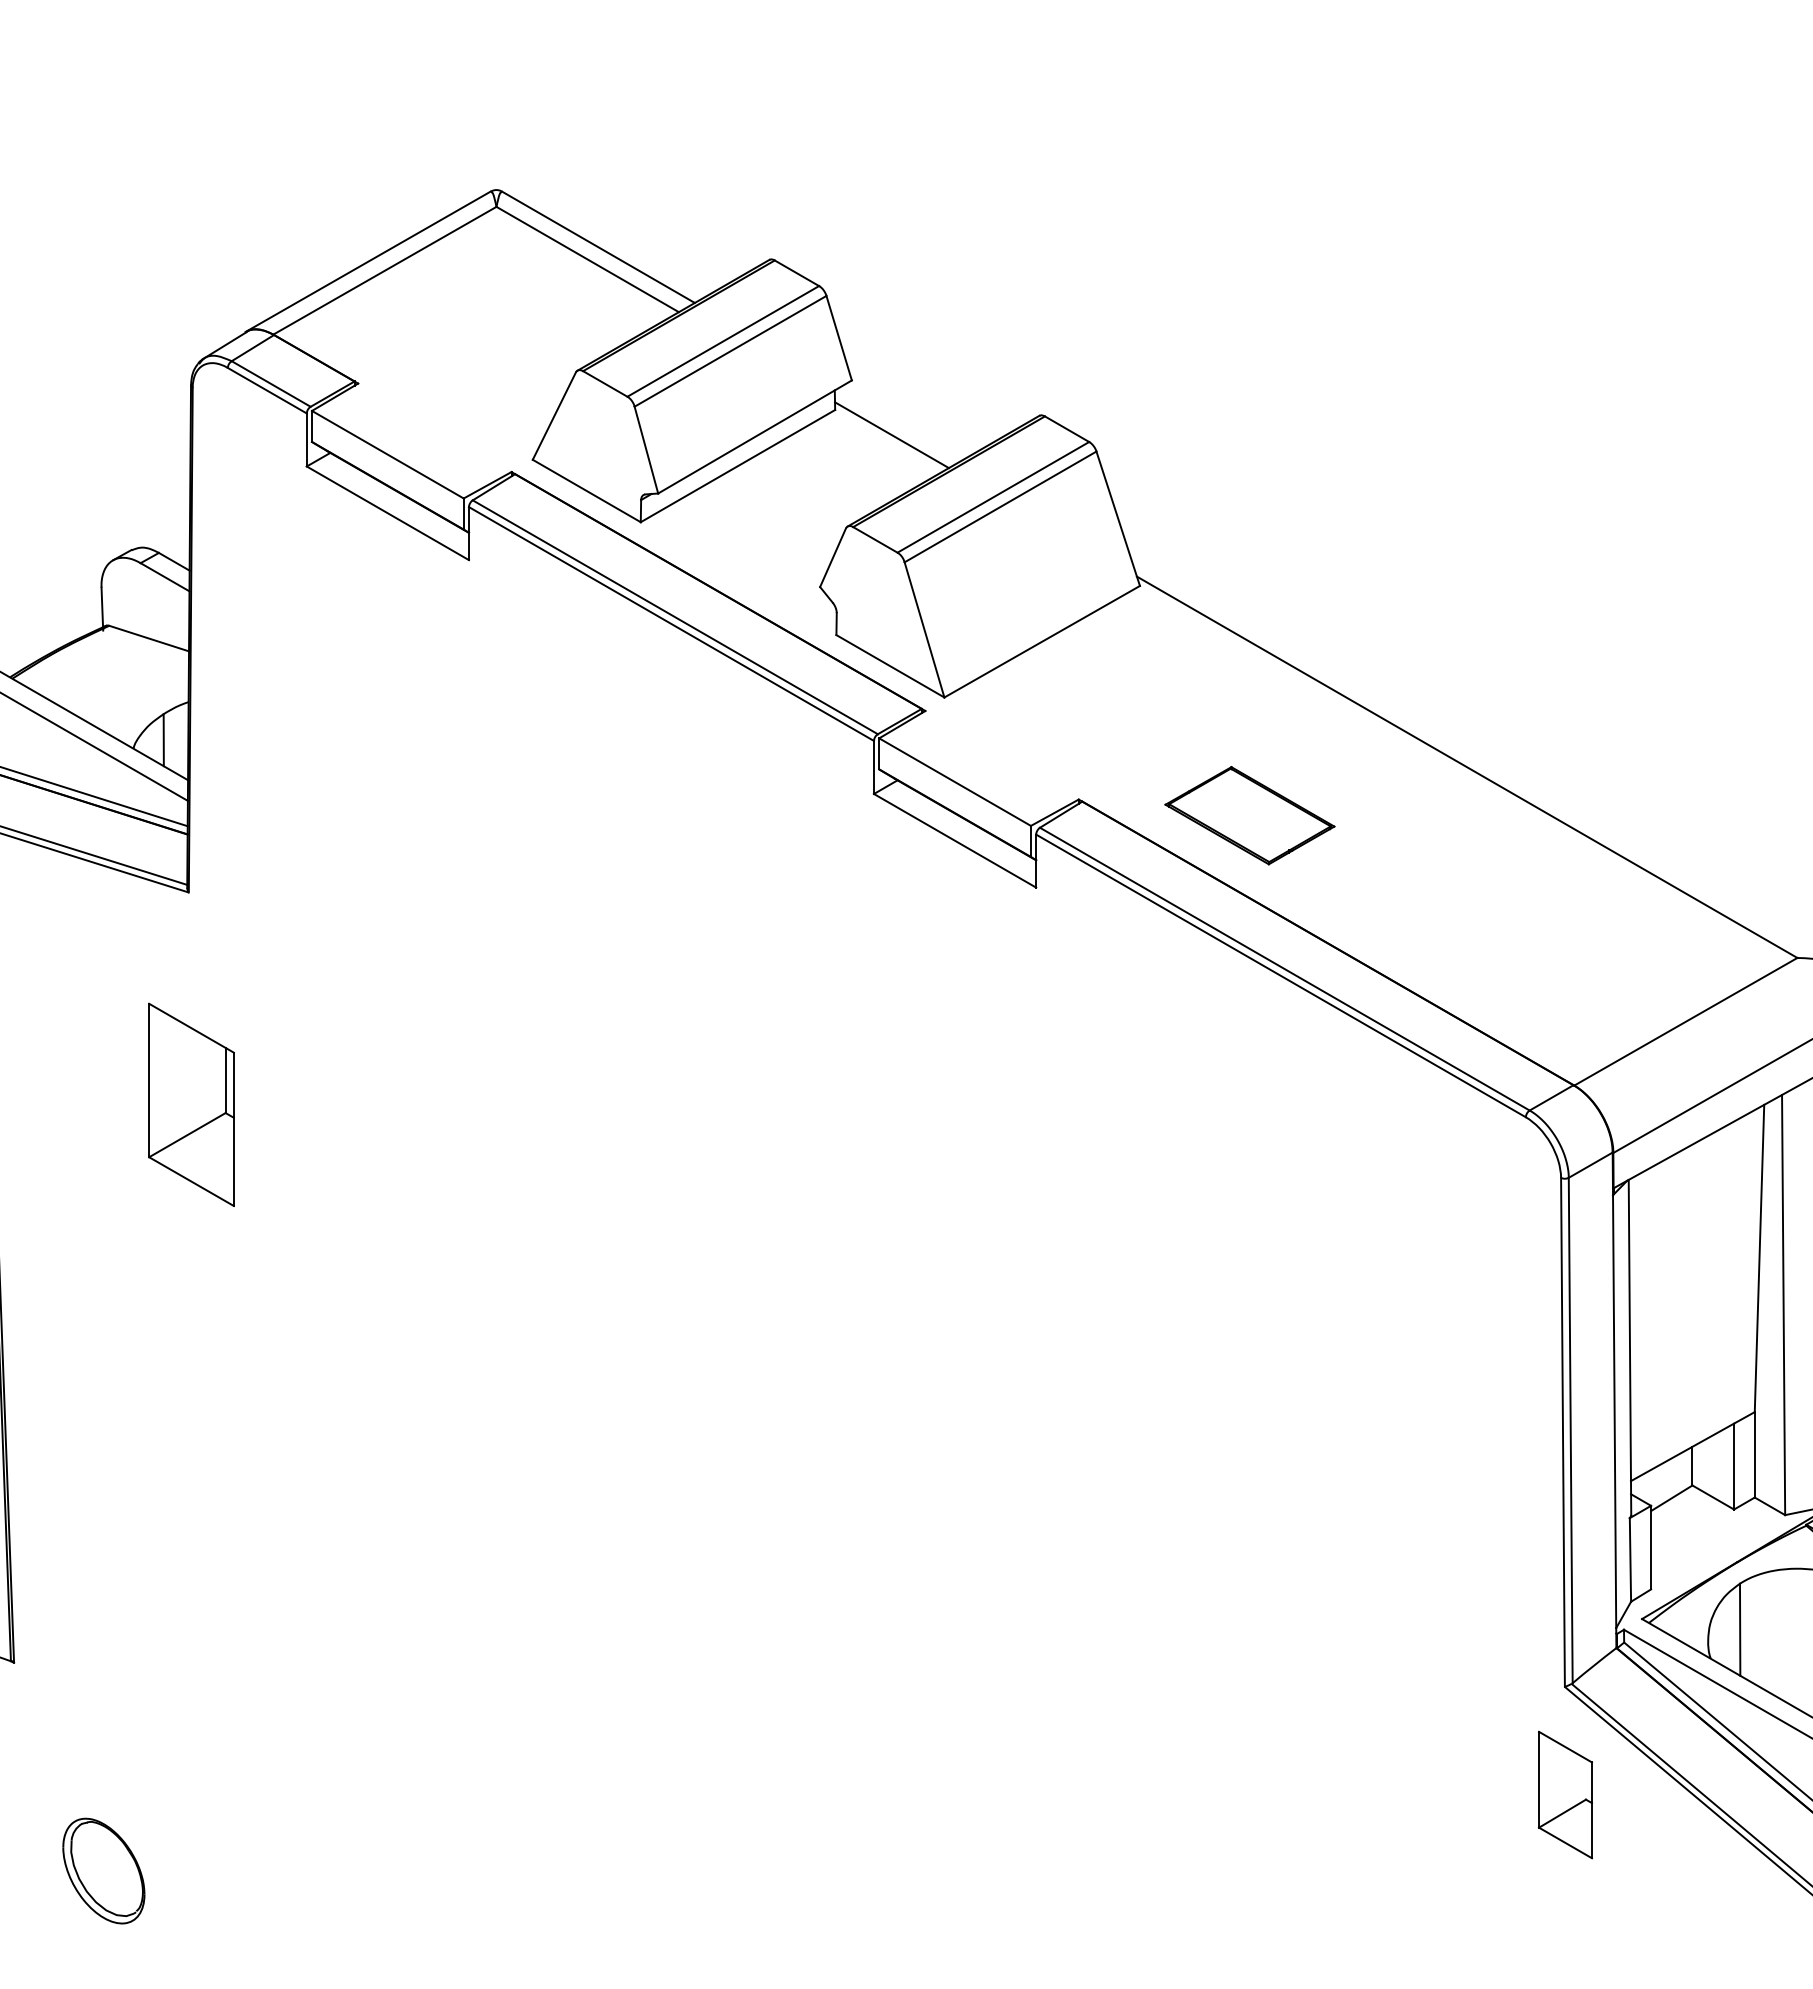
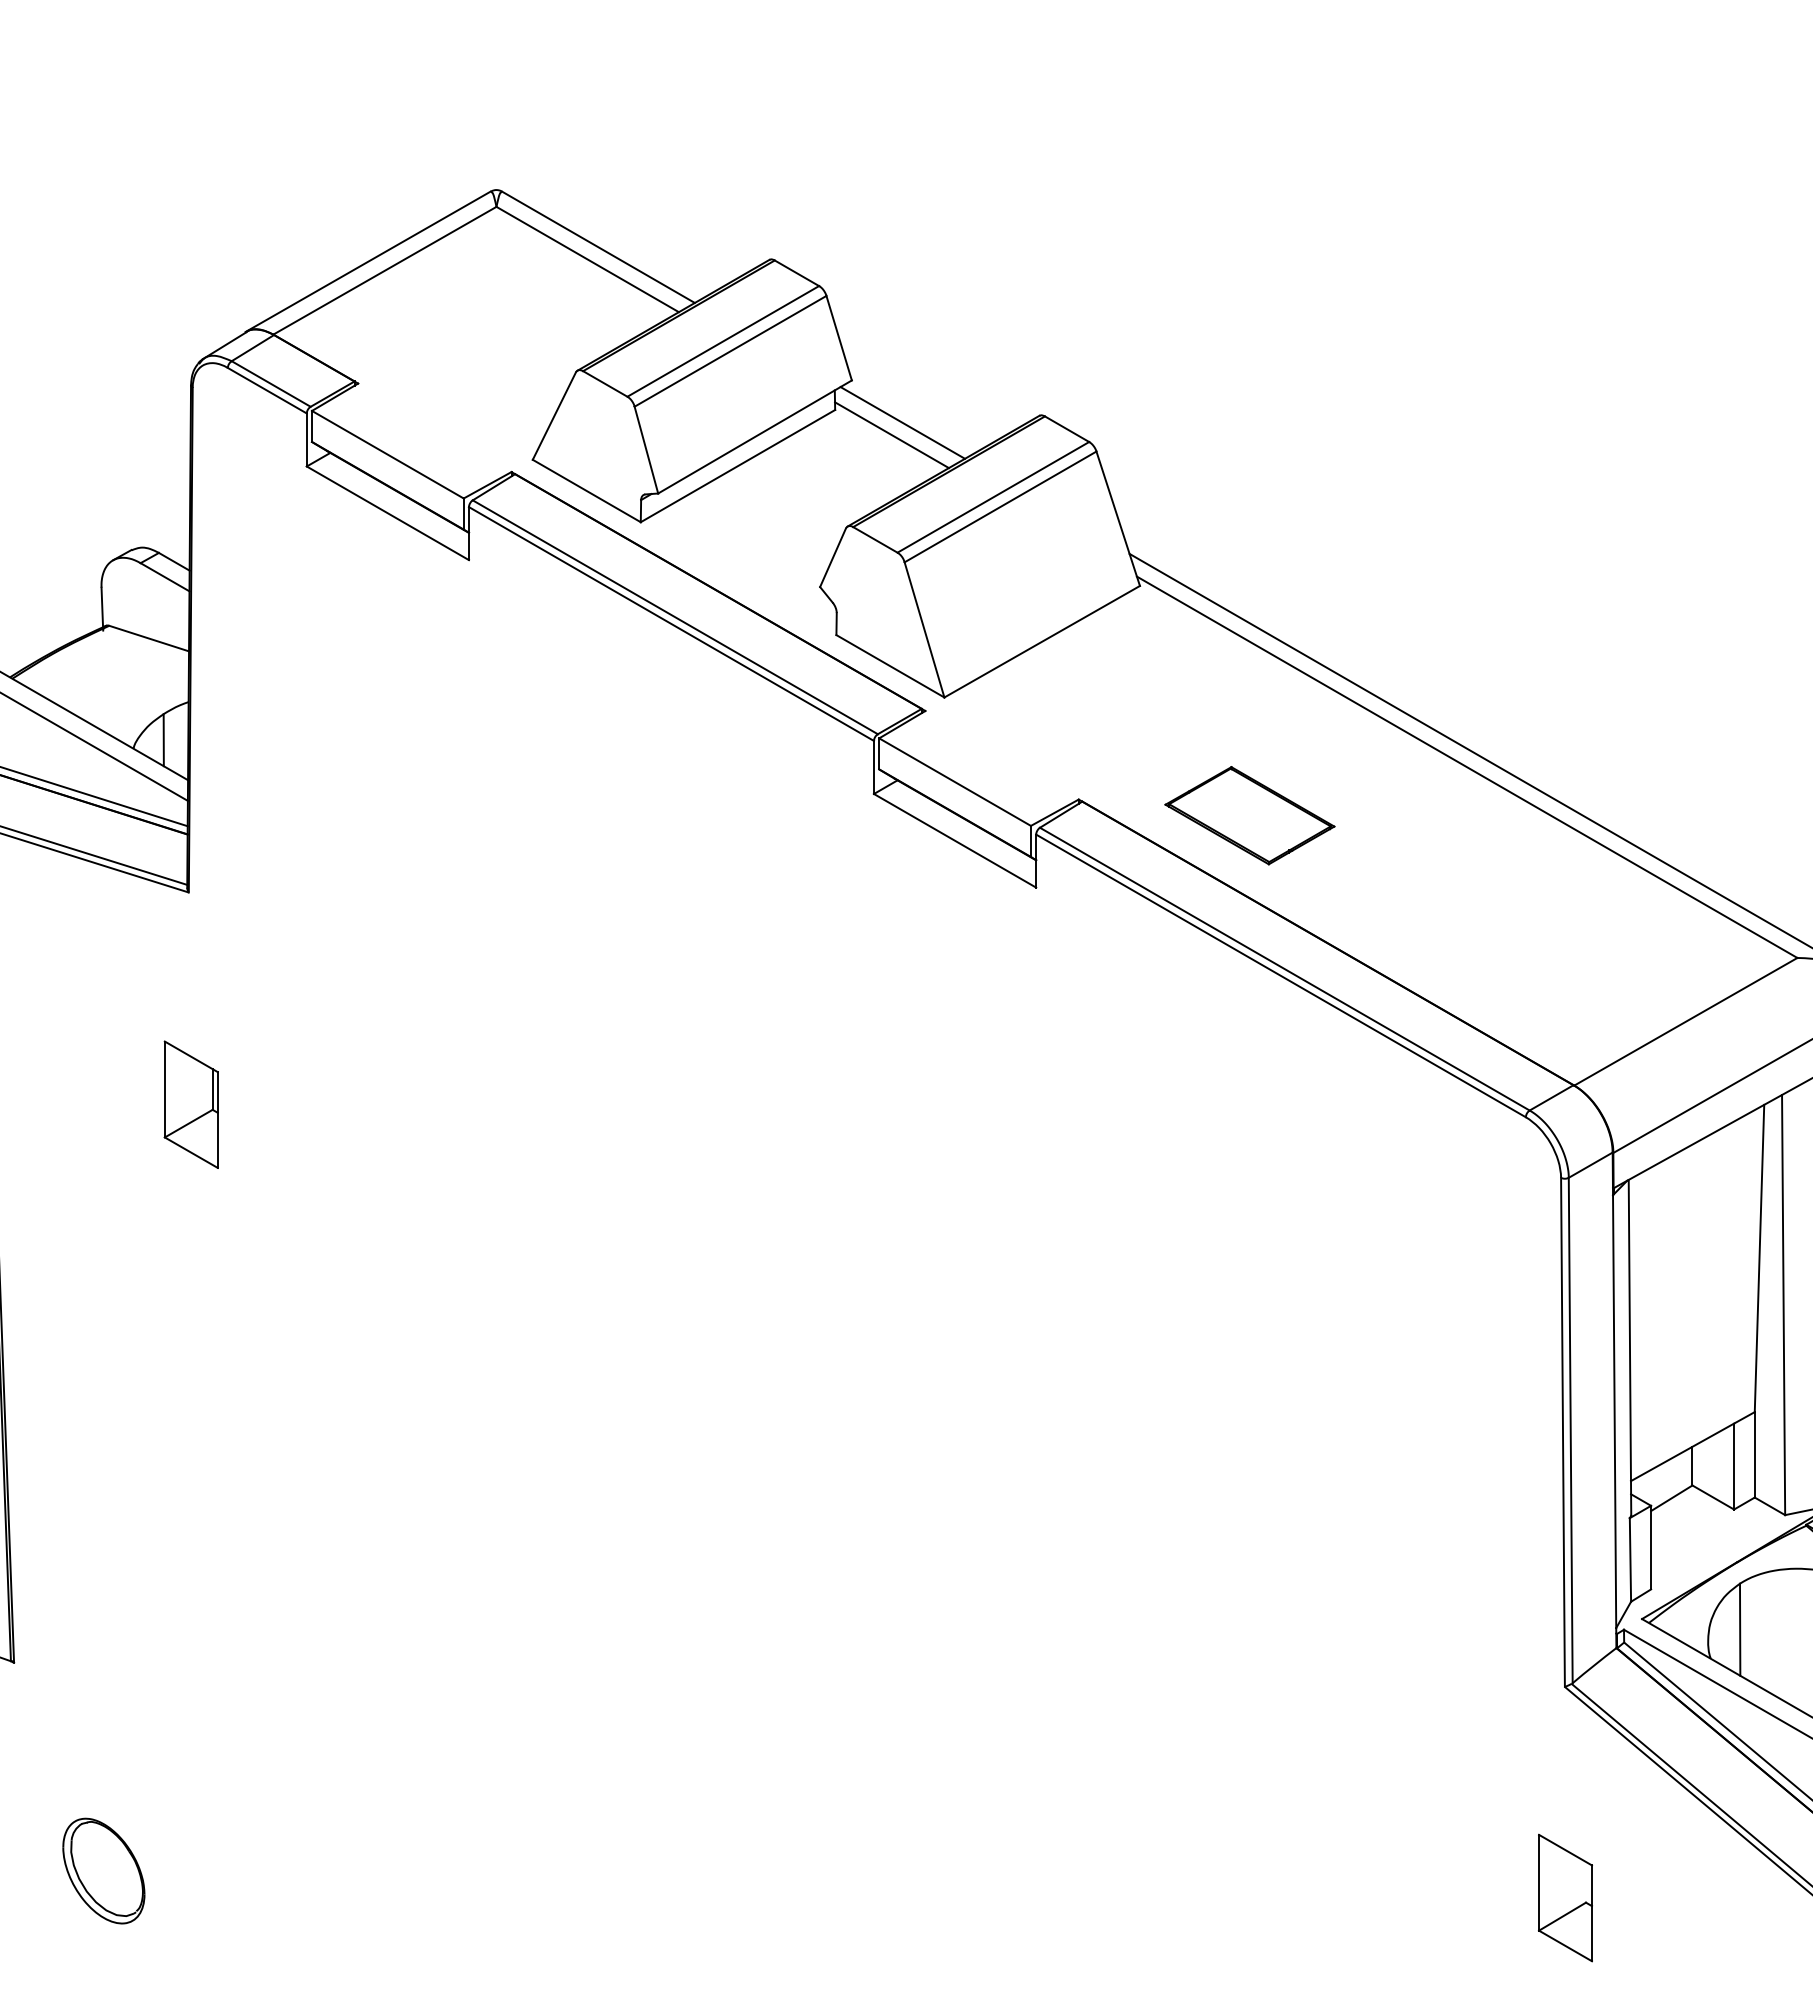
line at (902, 422): none -> present
line at (1469, 749): none -> present
part at (191, 1104) size: 87x205 px -> 56x129 px
part at (1565, 1794) position: (1565, 1794) -> (1565, 1897)
